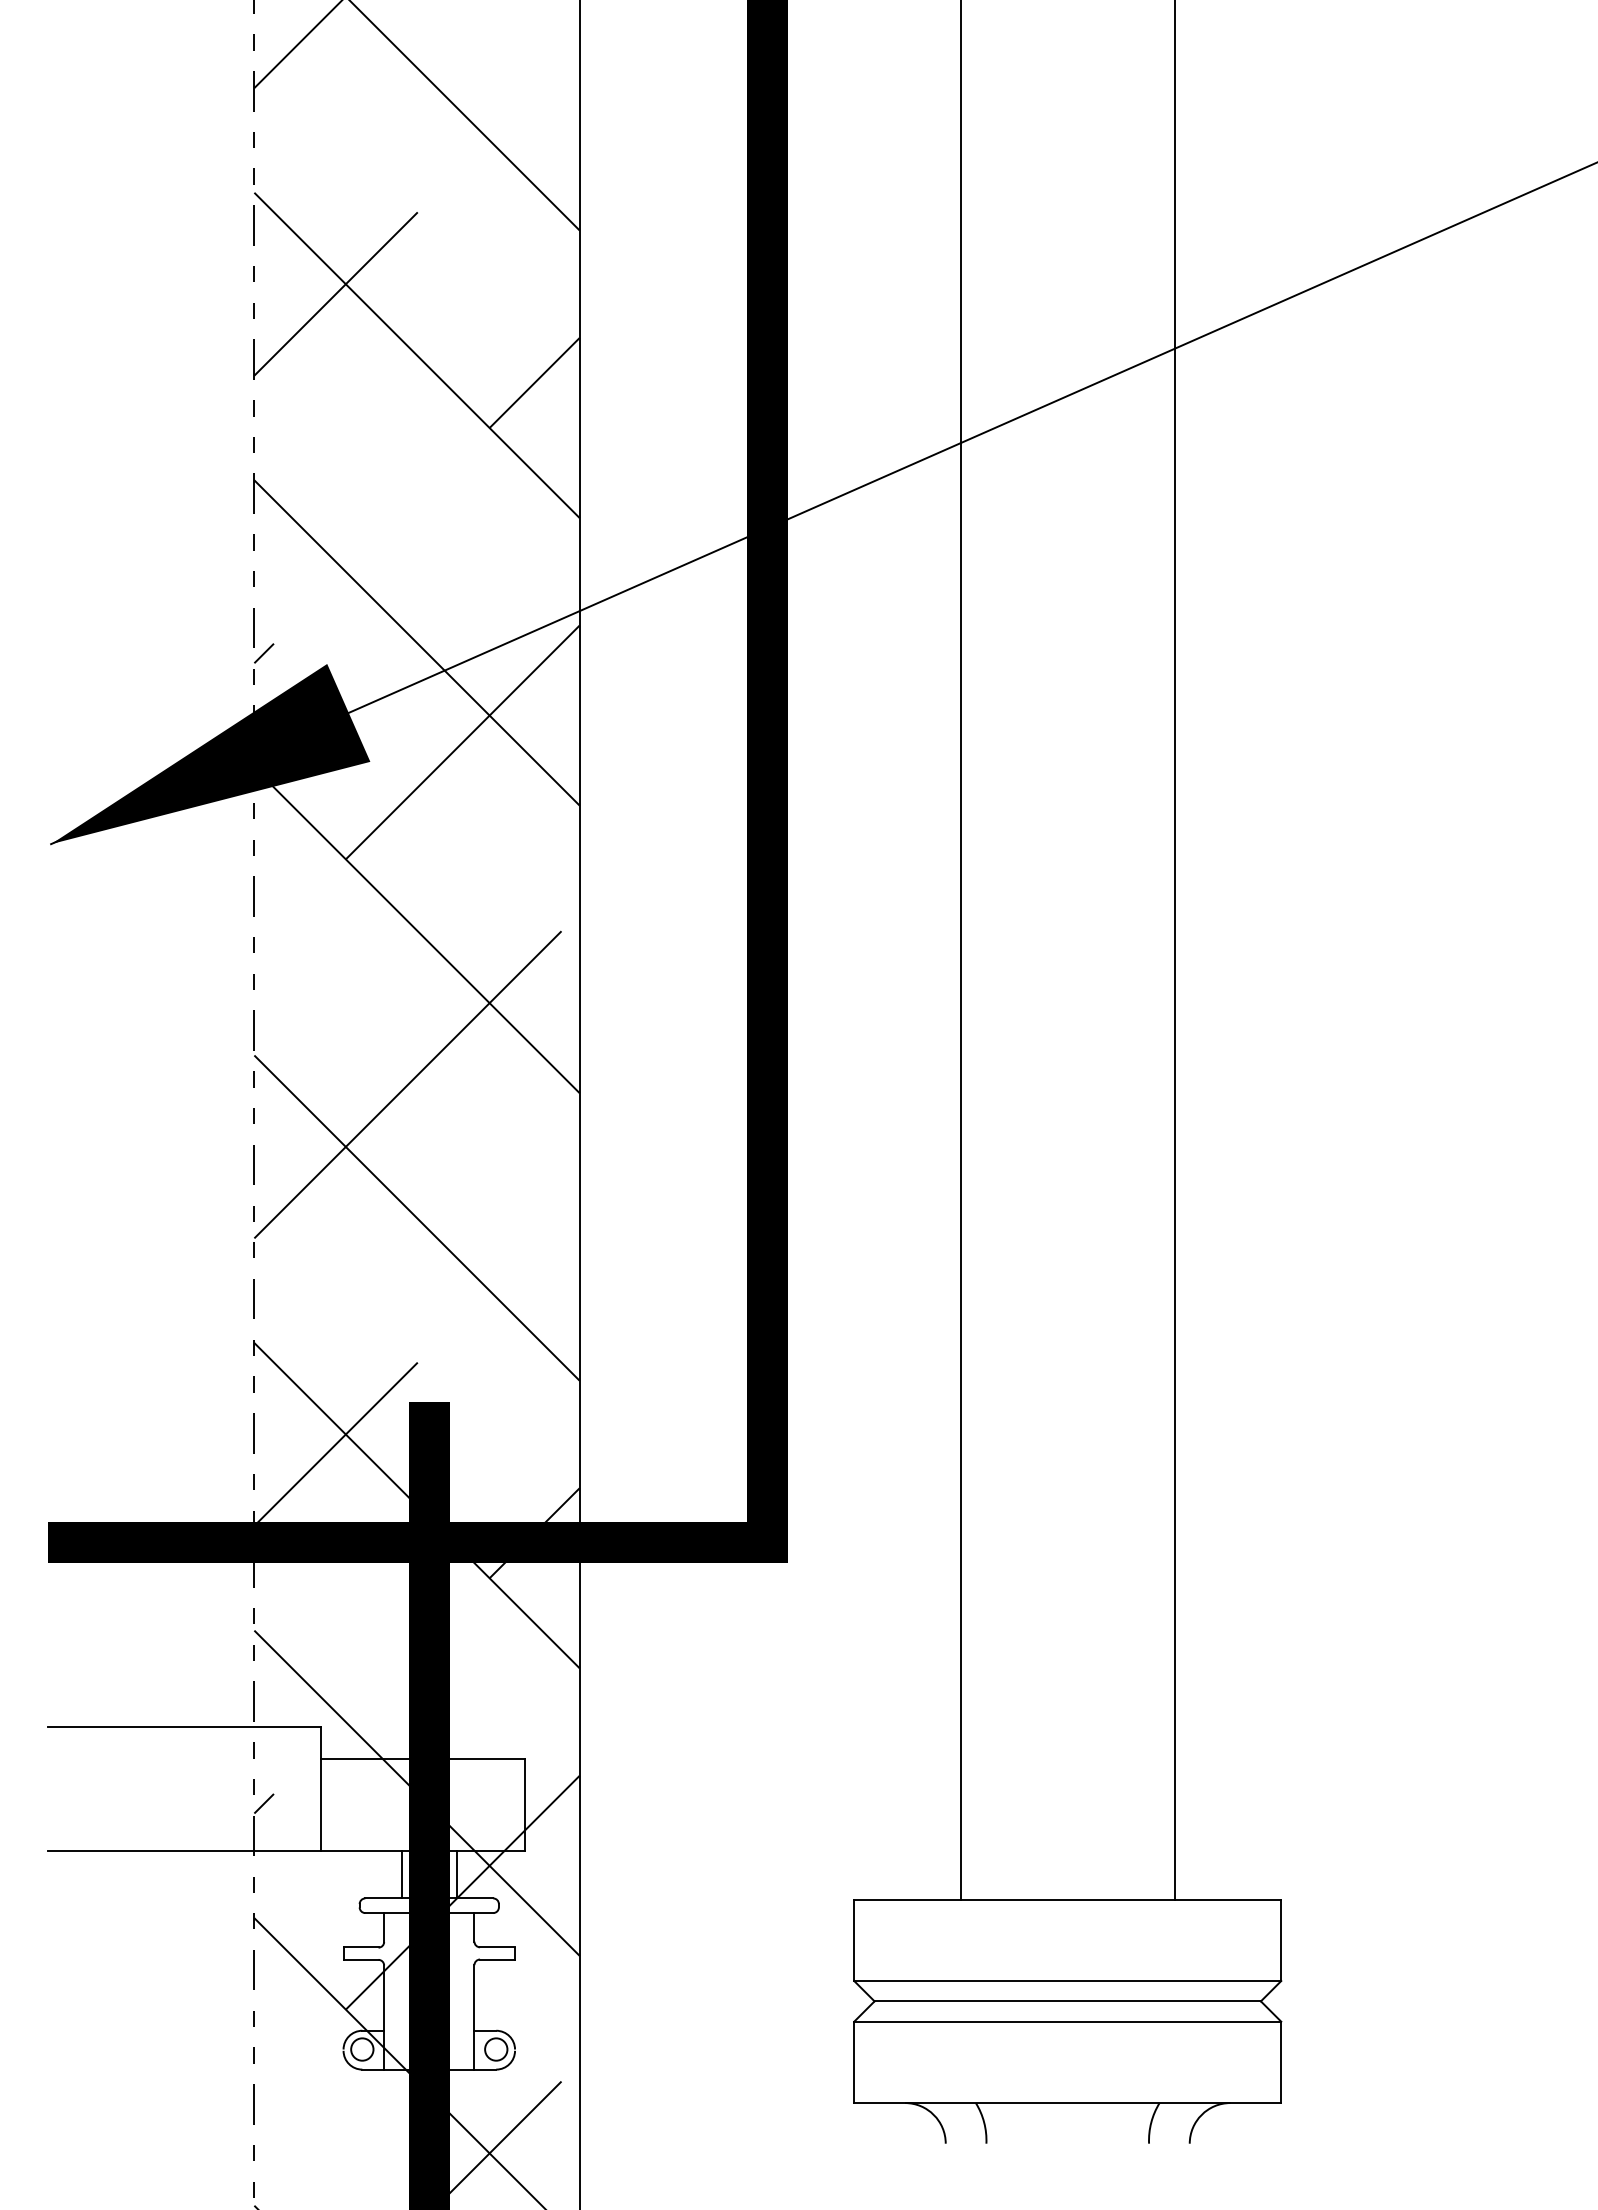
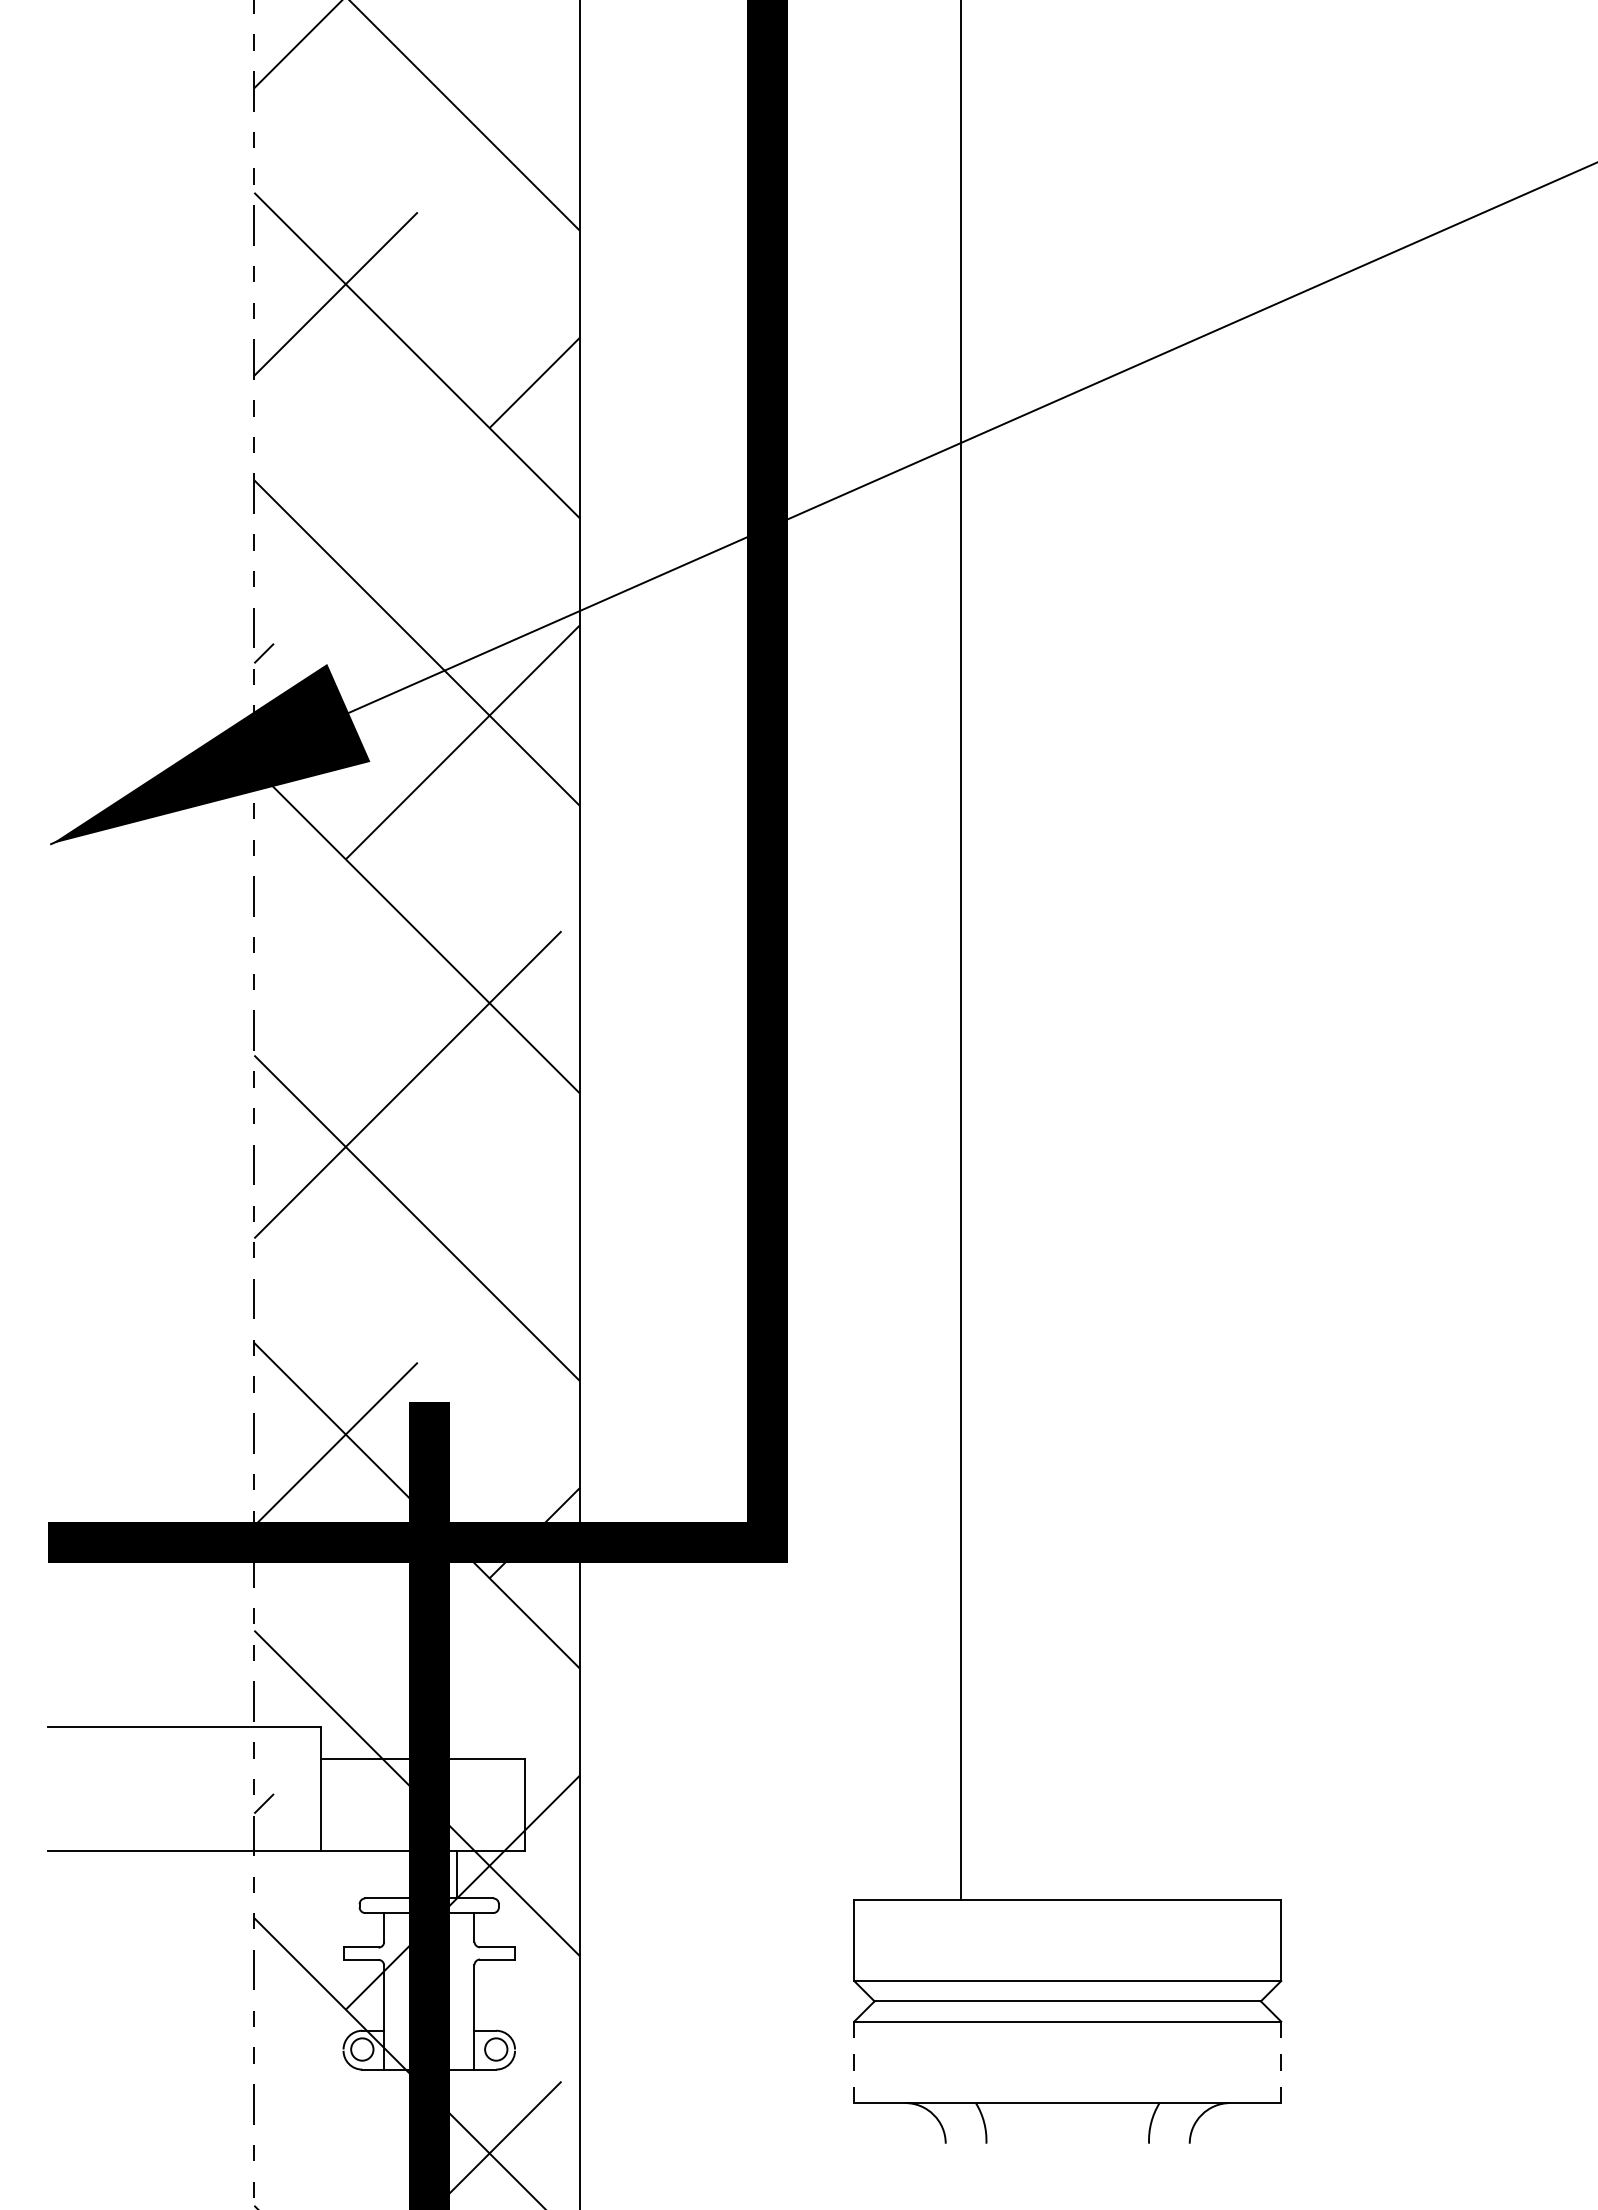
line at (1174, 950): present -> none
line at (402, 1874): present -> none
line at (854, 2062): solid -> dashed
line at (1281, 2062): solid -> dashed
